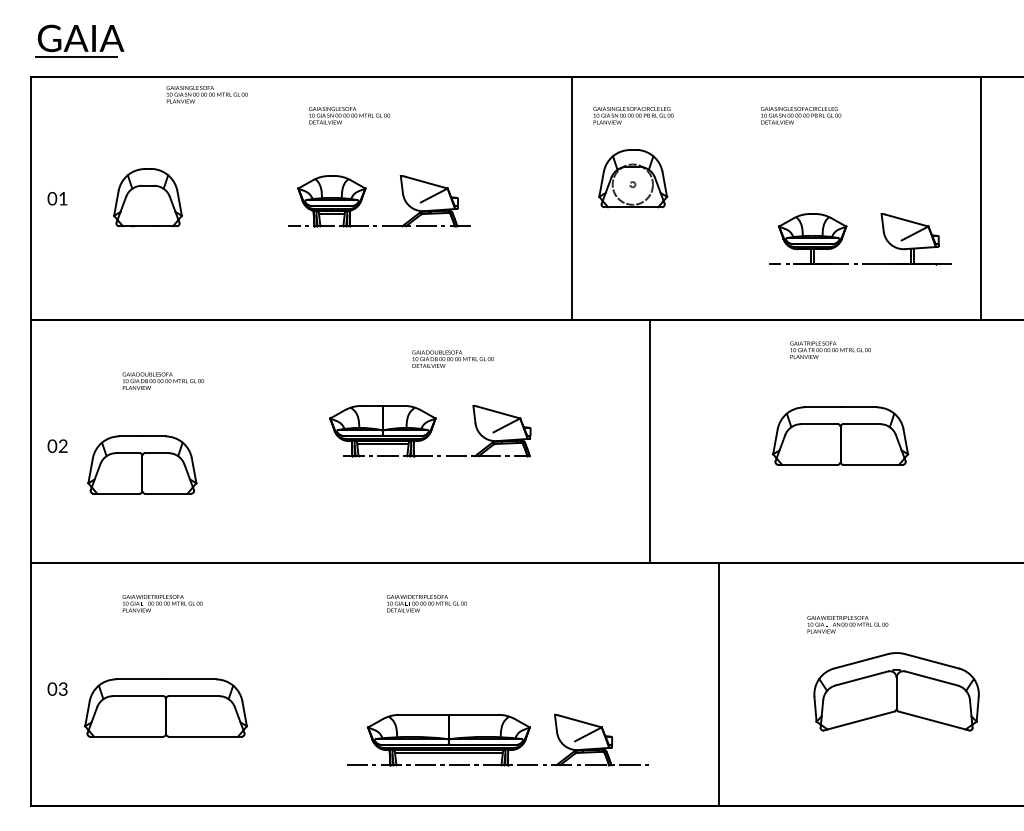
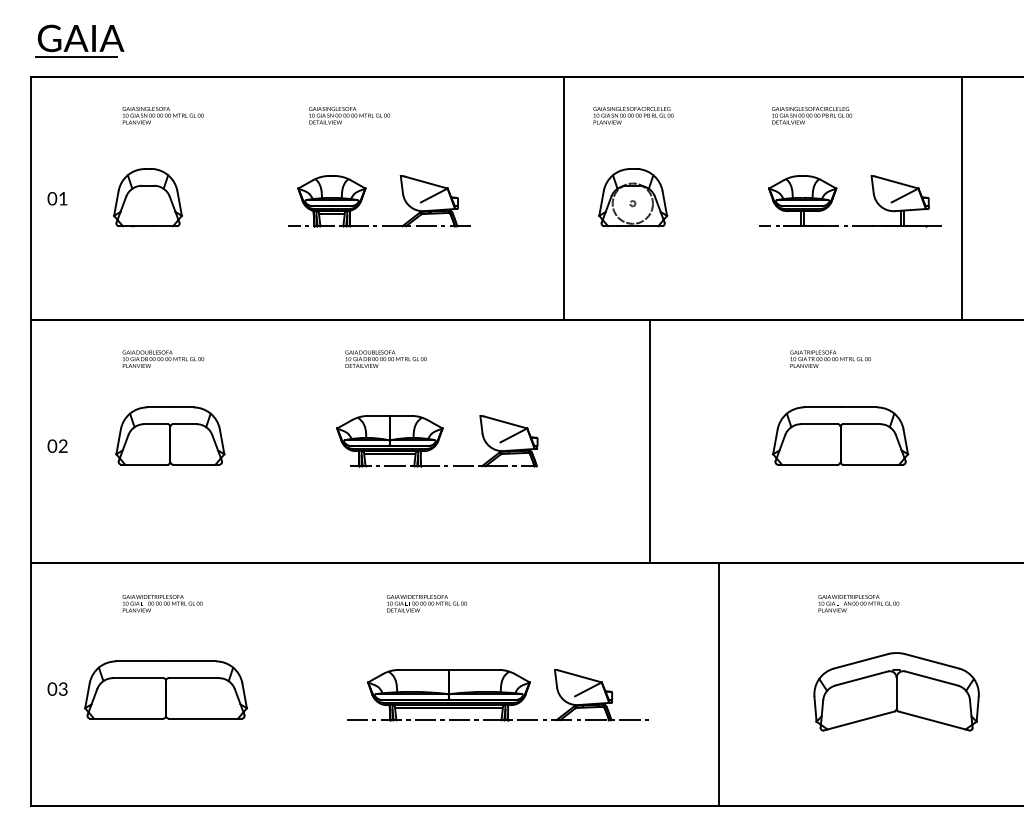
text at (206, 94) position: (206, 94) -> (162, 115)
text at (801, 115) position: (801, 115) -> (812, 115)
part at (633, 178) position: (633, 178) -> (633, 197)
line at (572, 198) position: (572, 198) -> (564, 198)
line at (981, 198) position: (981, 198) -> (962, 198)
part at (844, 235) position: (844, 235) -> (834, 197)
text at (830, 349) position: (830, 349) -> (830, 358)
text at (452, 358) position: (452, 358) -> (385, 358)
text at (163, 380) position: (163, 380) -> (163, 358)
part at (430, 431) position: (430, 431) -> (437, 441)
part at (142, 464) position: (142, 464) -> (170, 435)
text at (847, 624) position: (847, 624) -> (858, 603)
part at (165, 707) position: (165, 707) -> (165, 689)
part at (497, 739) position: (497, 739) -> (497, 694)
